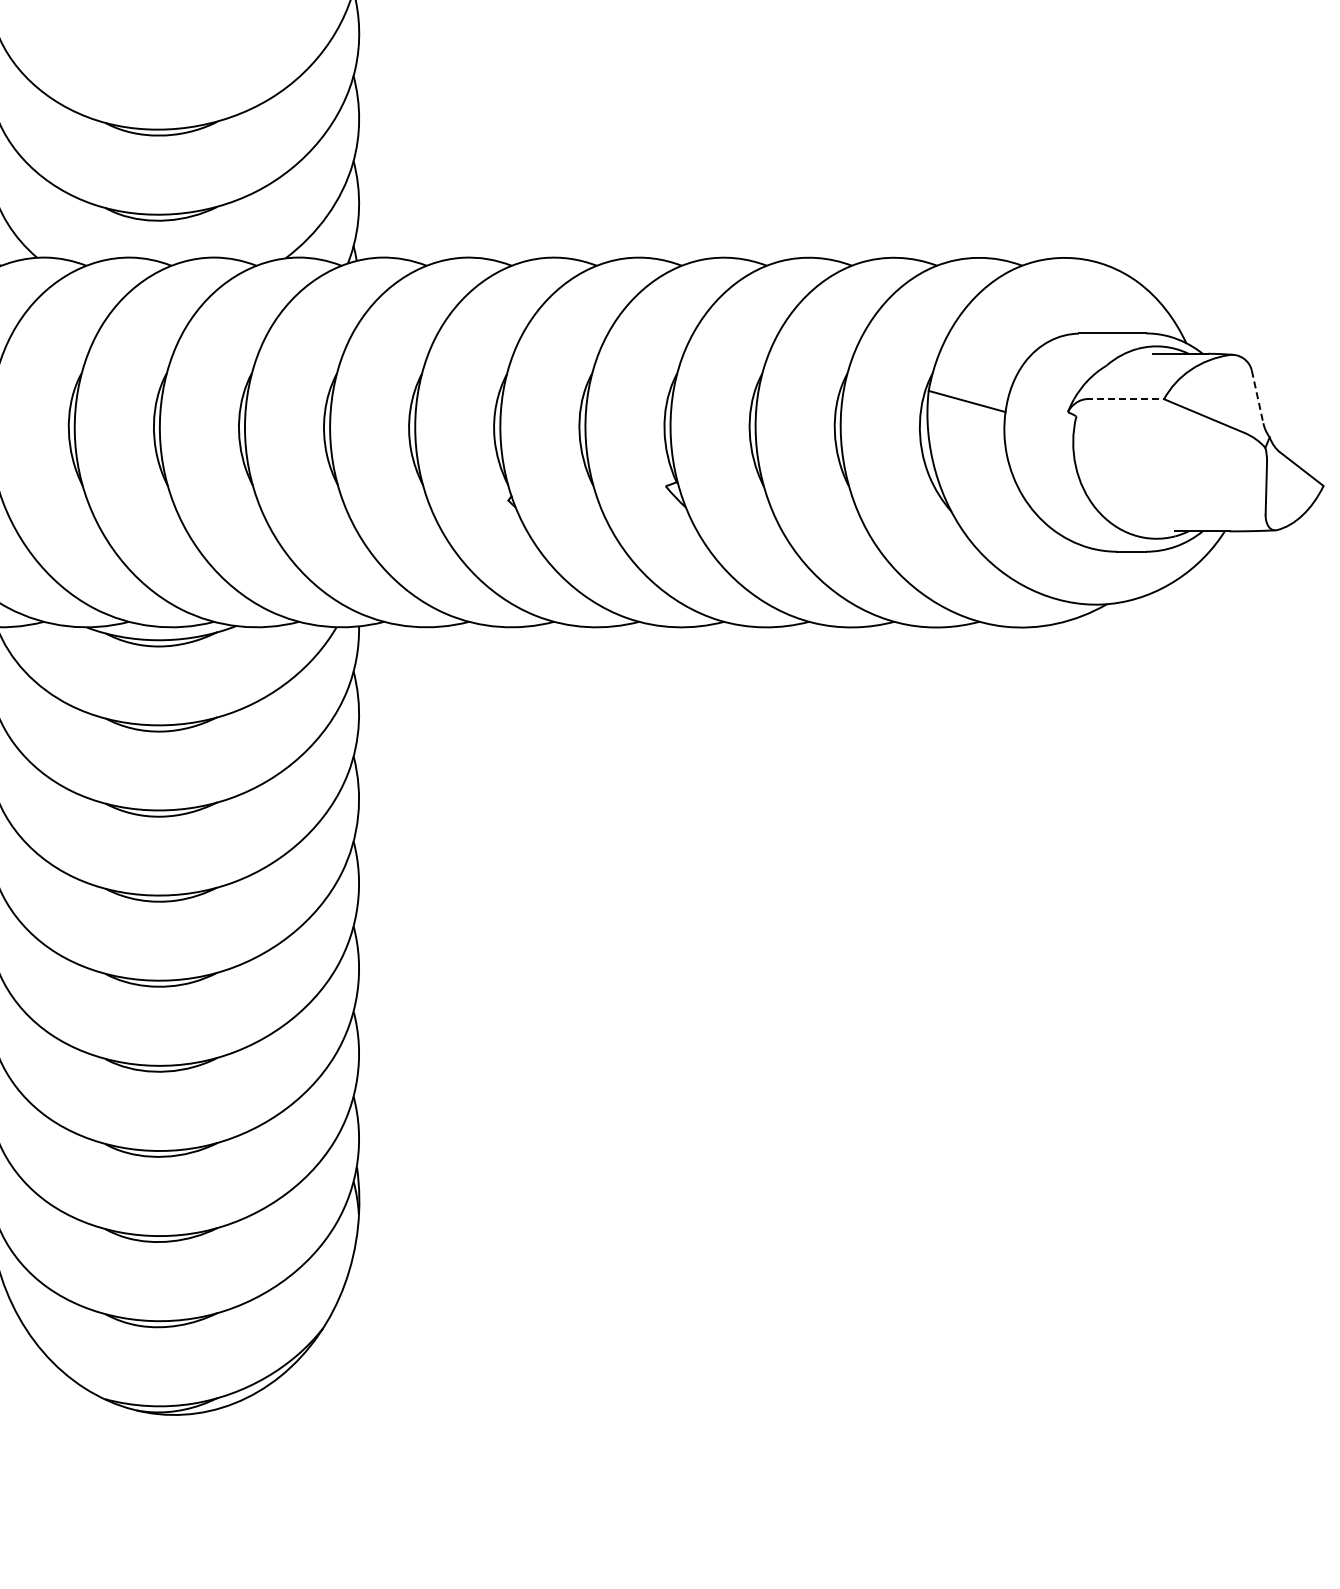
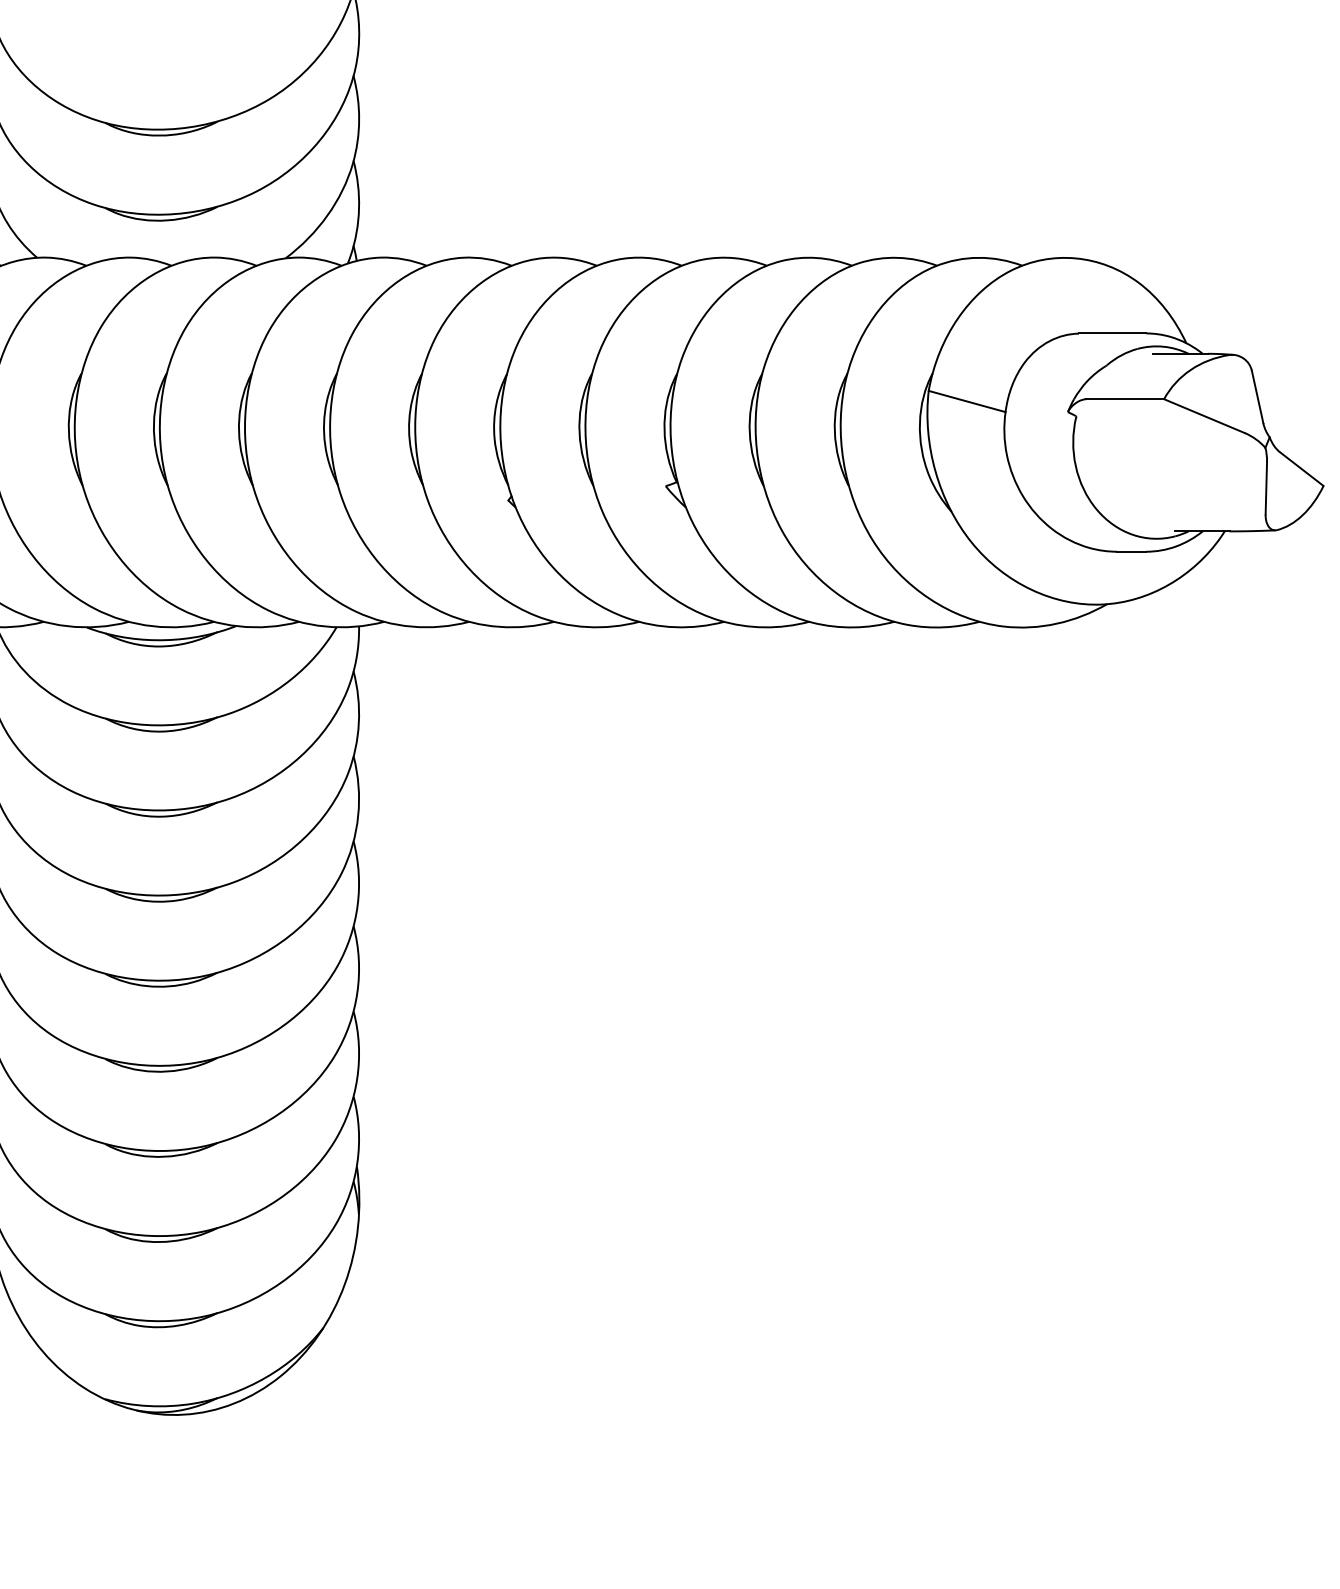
line at (1257, 396): dashed -> solid
line at (1125, 399): dashed -> solid
